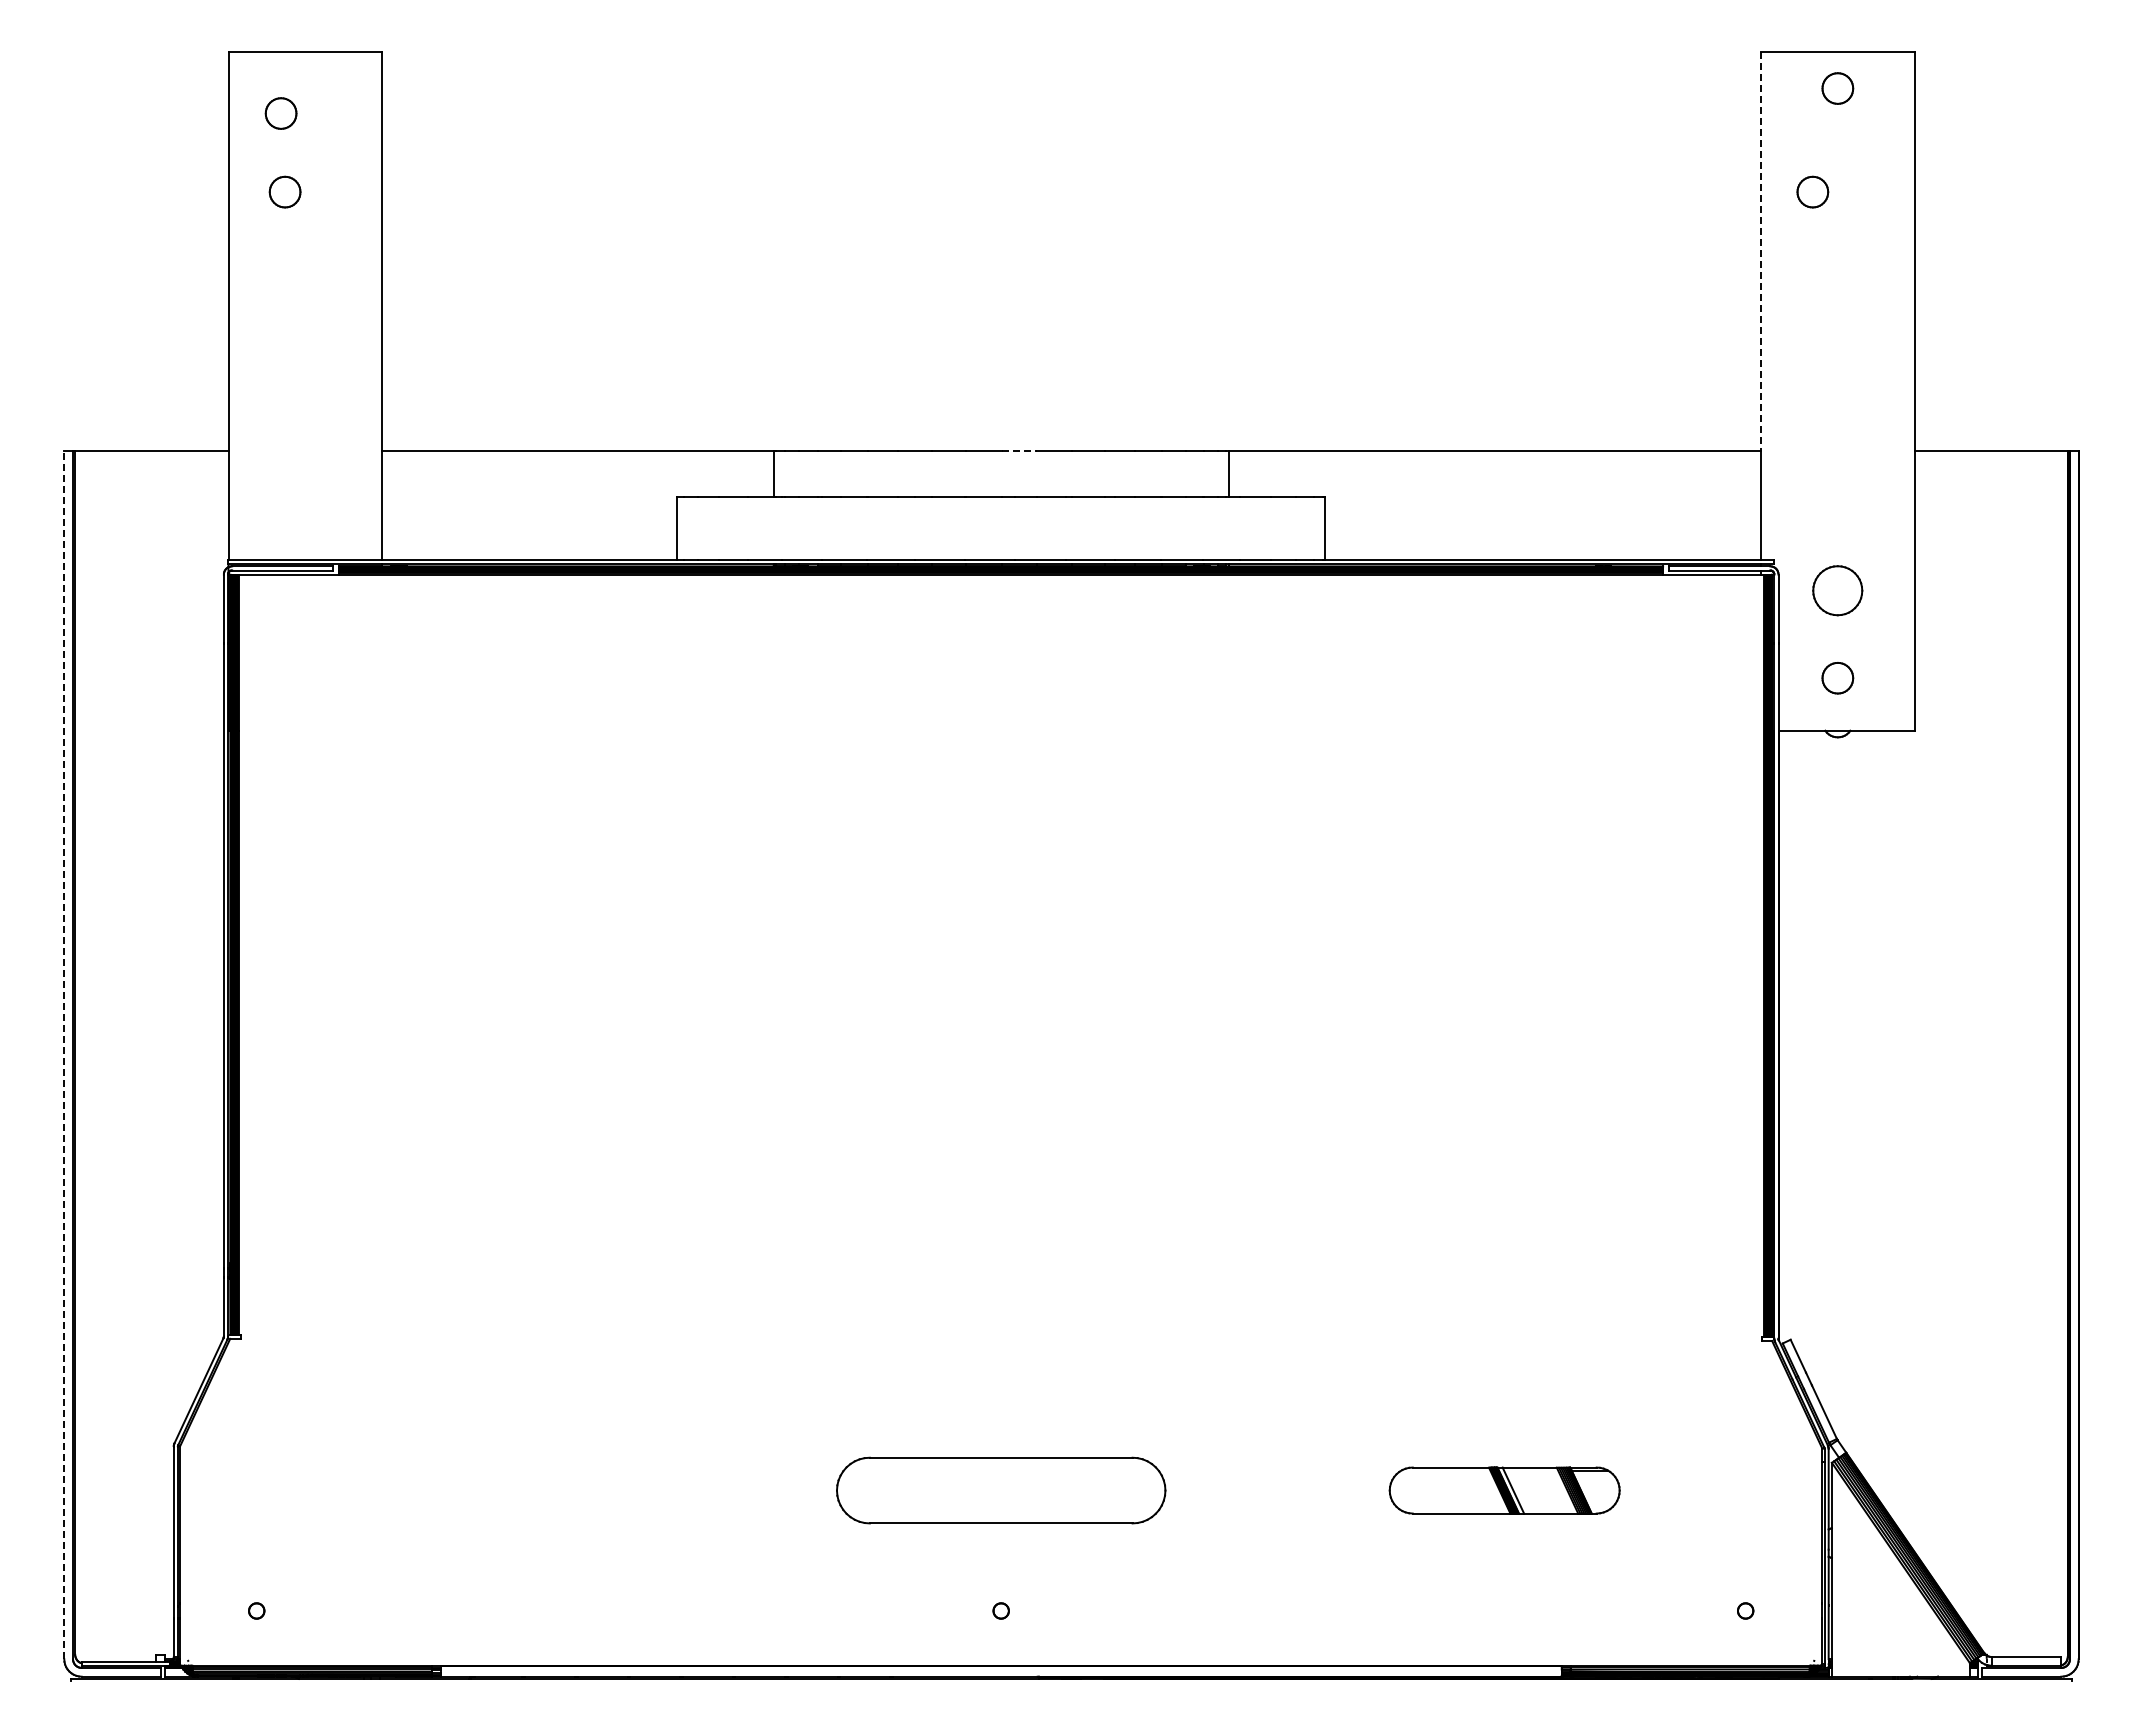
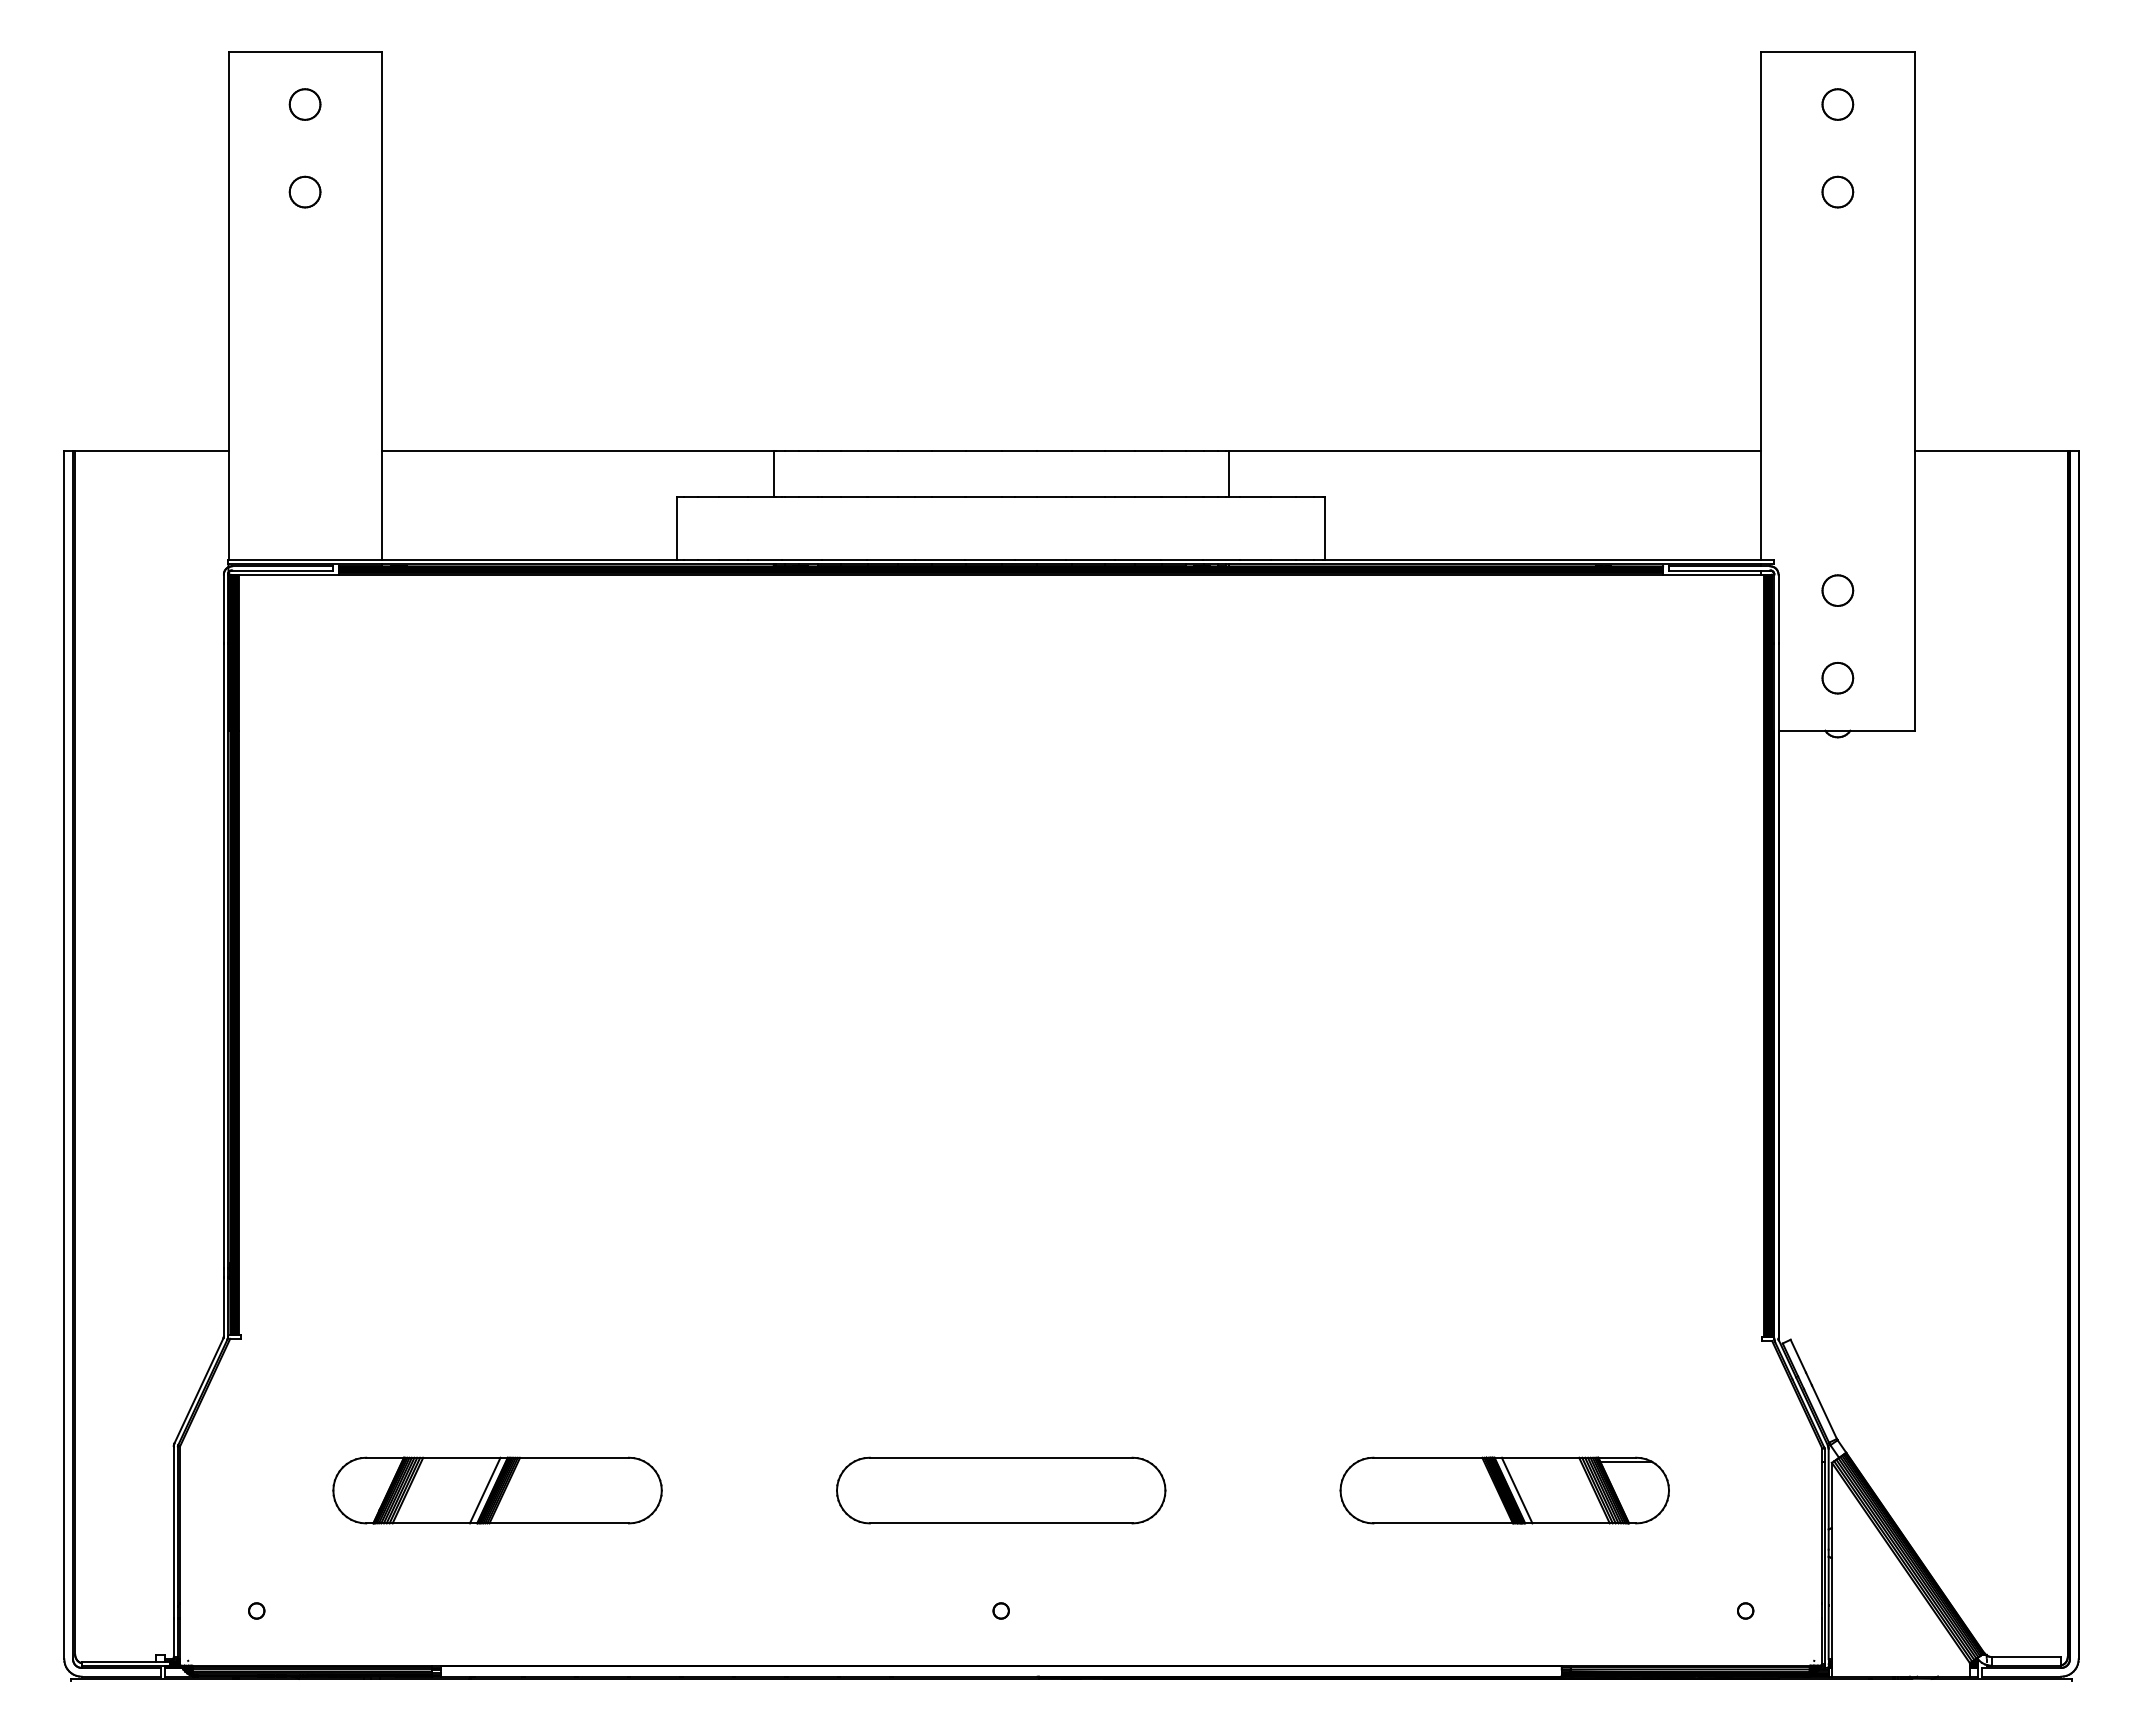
part at (1837, 88) position: (1837, 88) -> (1837, 104)
part at (280, 113) position: (280, 113) -> (304, 104)
part at (284, 191) position: (284, 191) -> (304, 191)
part at (1812, 191) position: (1812, 191) -> (1837, 191)
line at (1761, 251): dashed -> solid
line at (1019, 450): dashed -> solid
part at (1837, 590) size: 52x52 px -> 34x33 px
line at (64, 1054): dashed -> solid
part at (497, 1490): none -> present
part at (1504, 1490) size: 233x49 px -> 331x69 px
